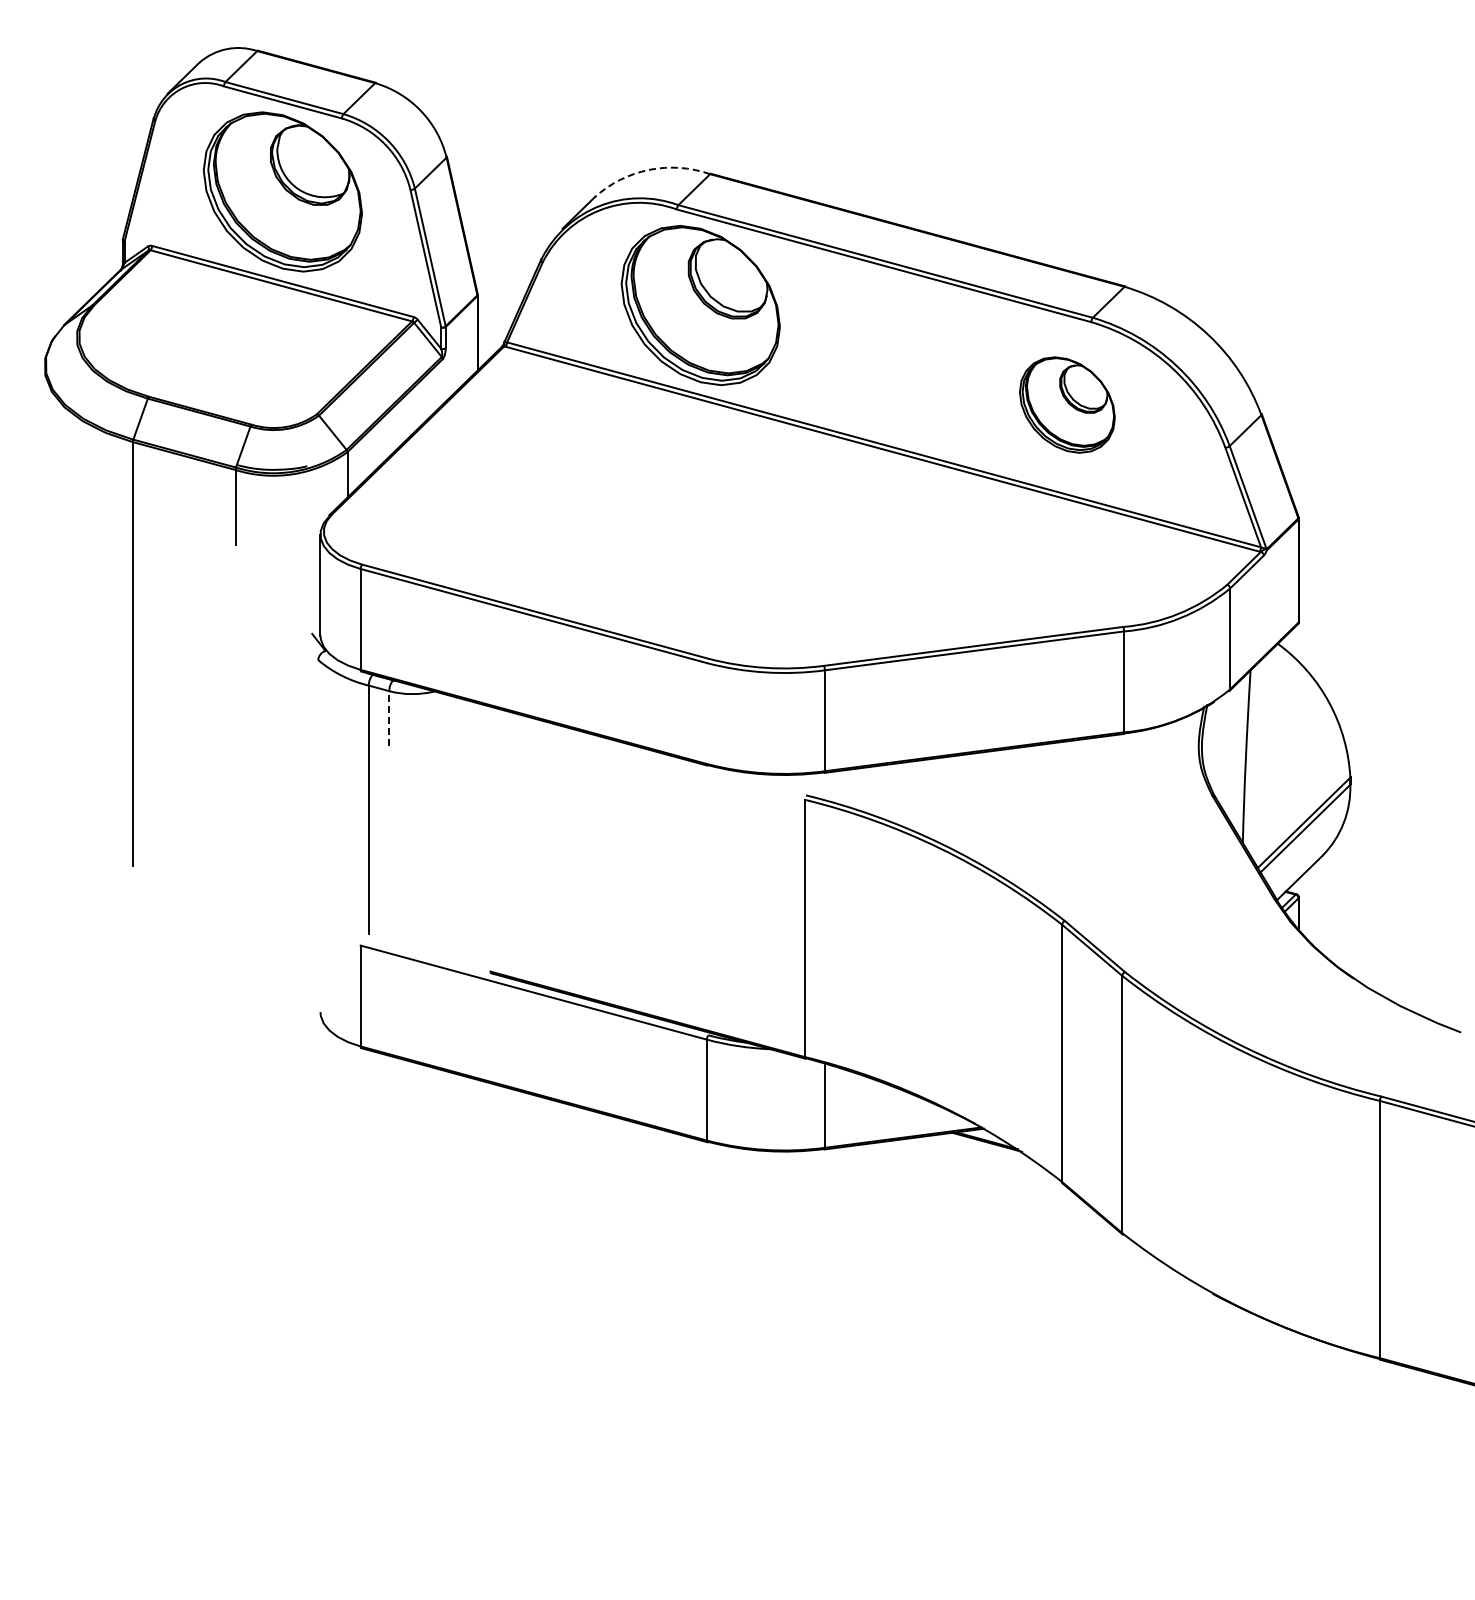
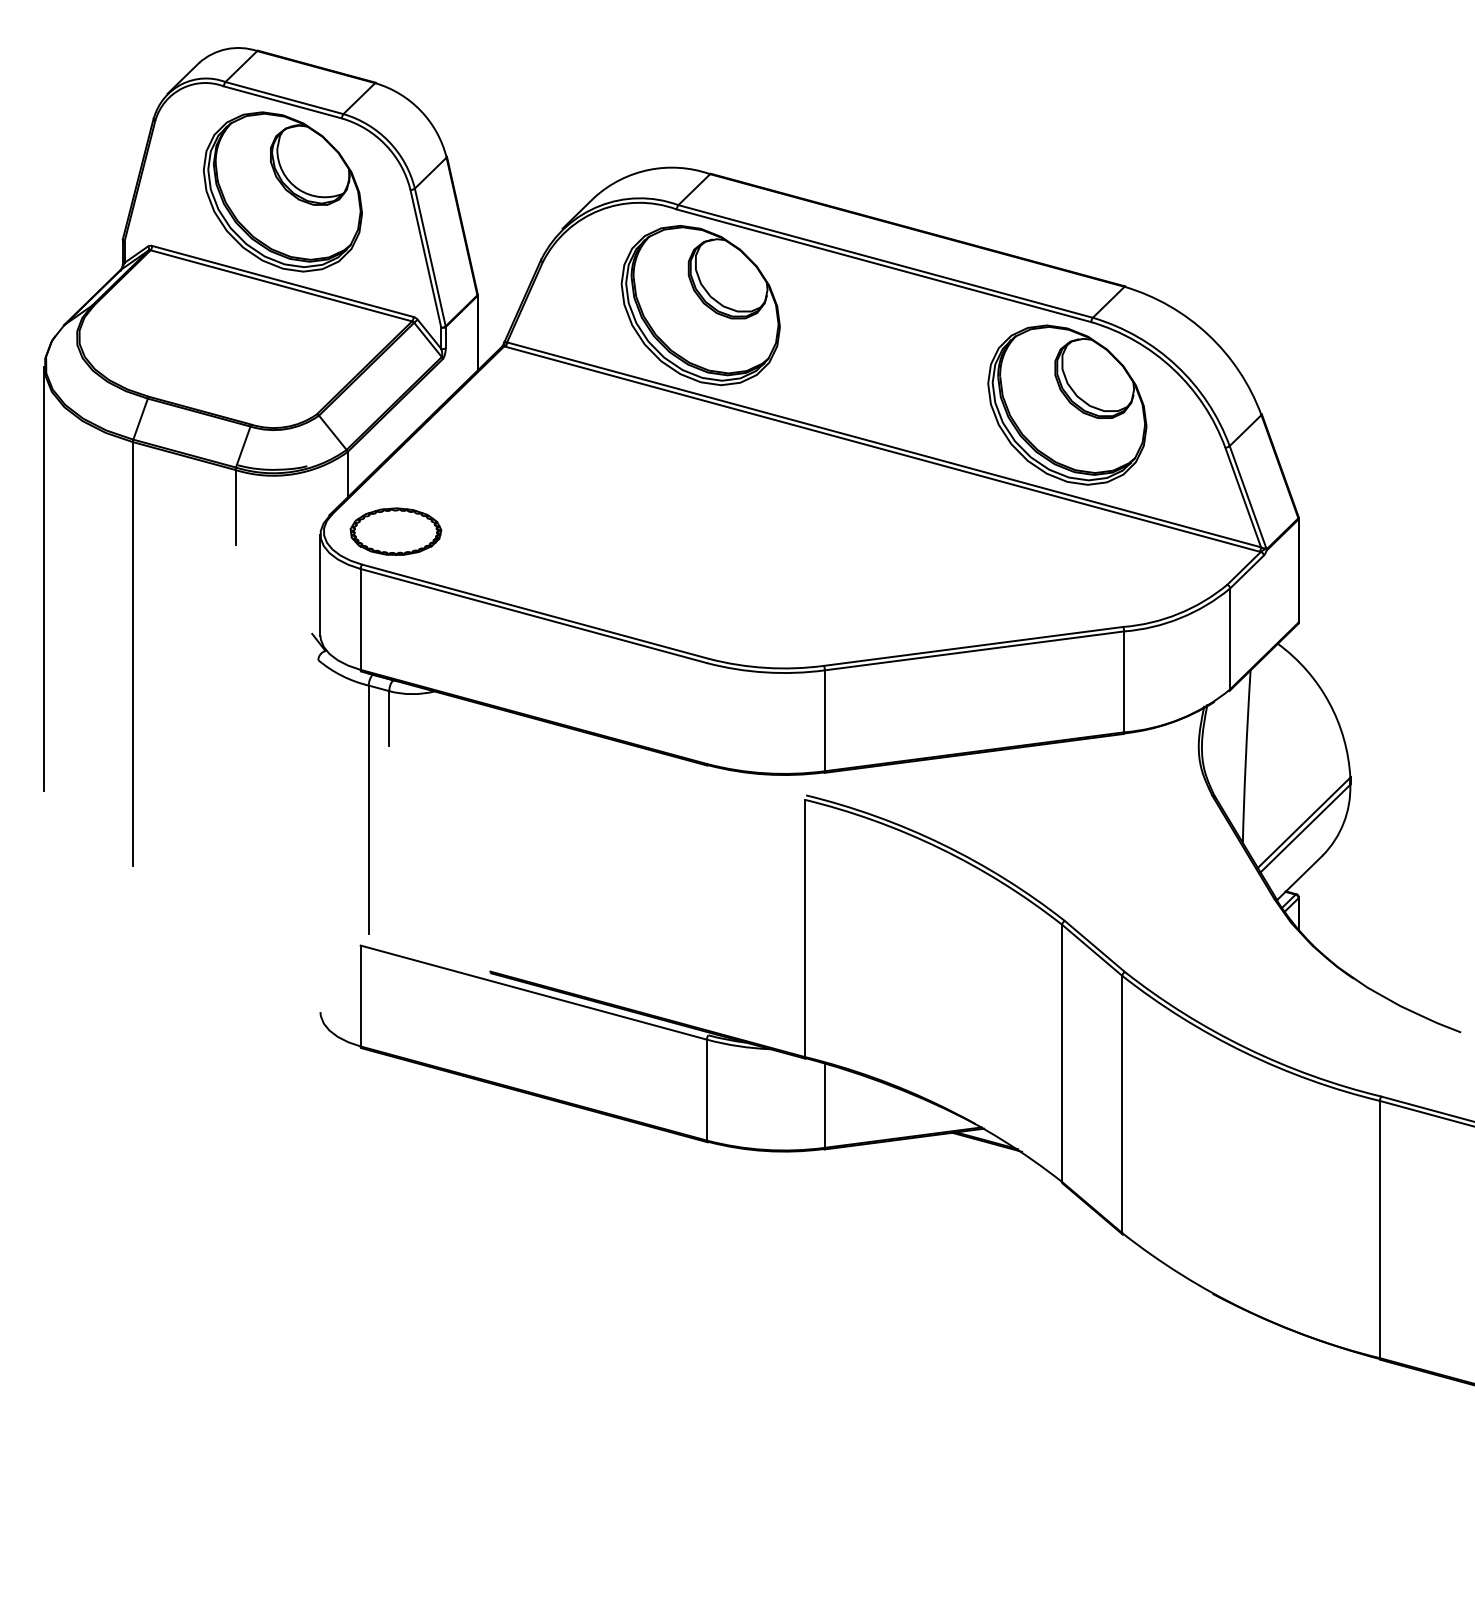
arc at (649, 169): dashed -> solid
part at (1067, 404) size: 97x98 px -> 161x162 px
part at (395, 531): none -> present
line at (44, 578): none -> present
line at (389, 718): dashed -> solid
